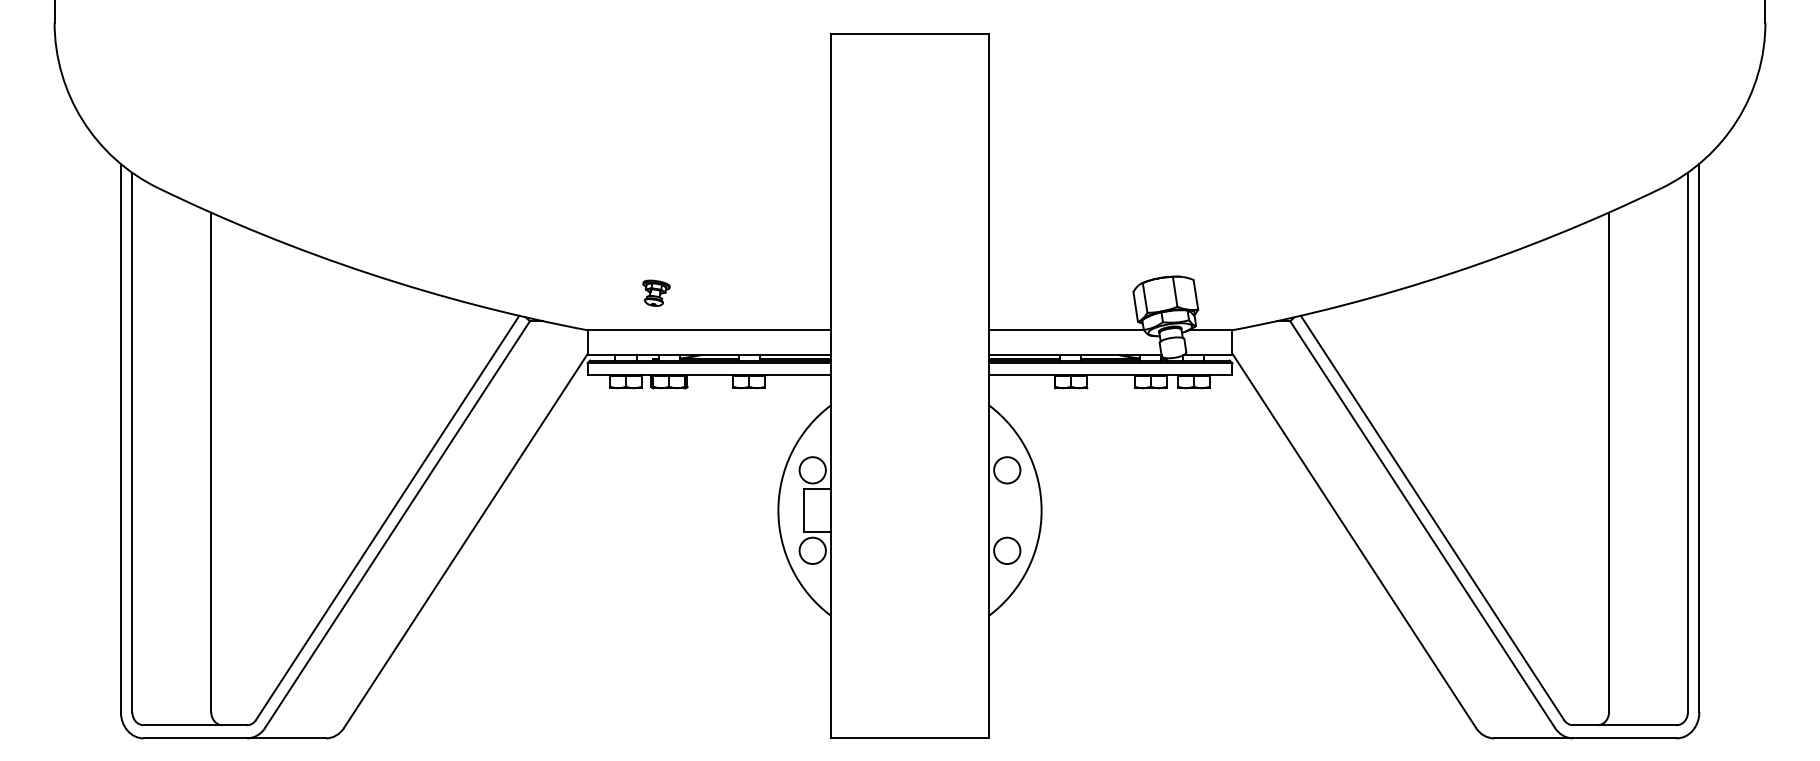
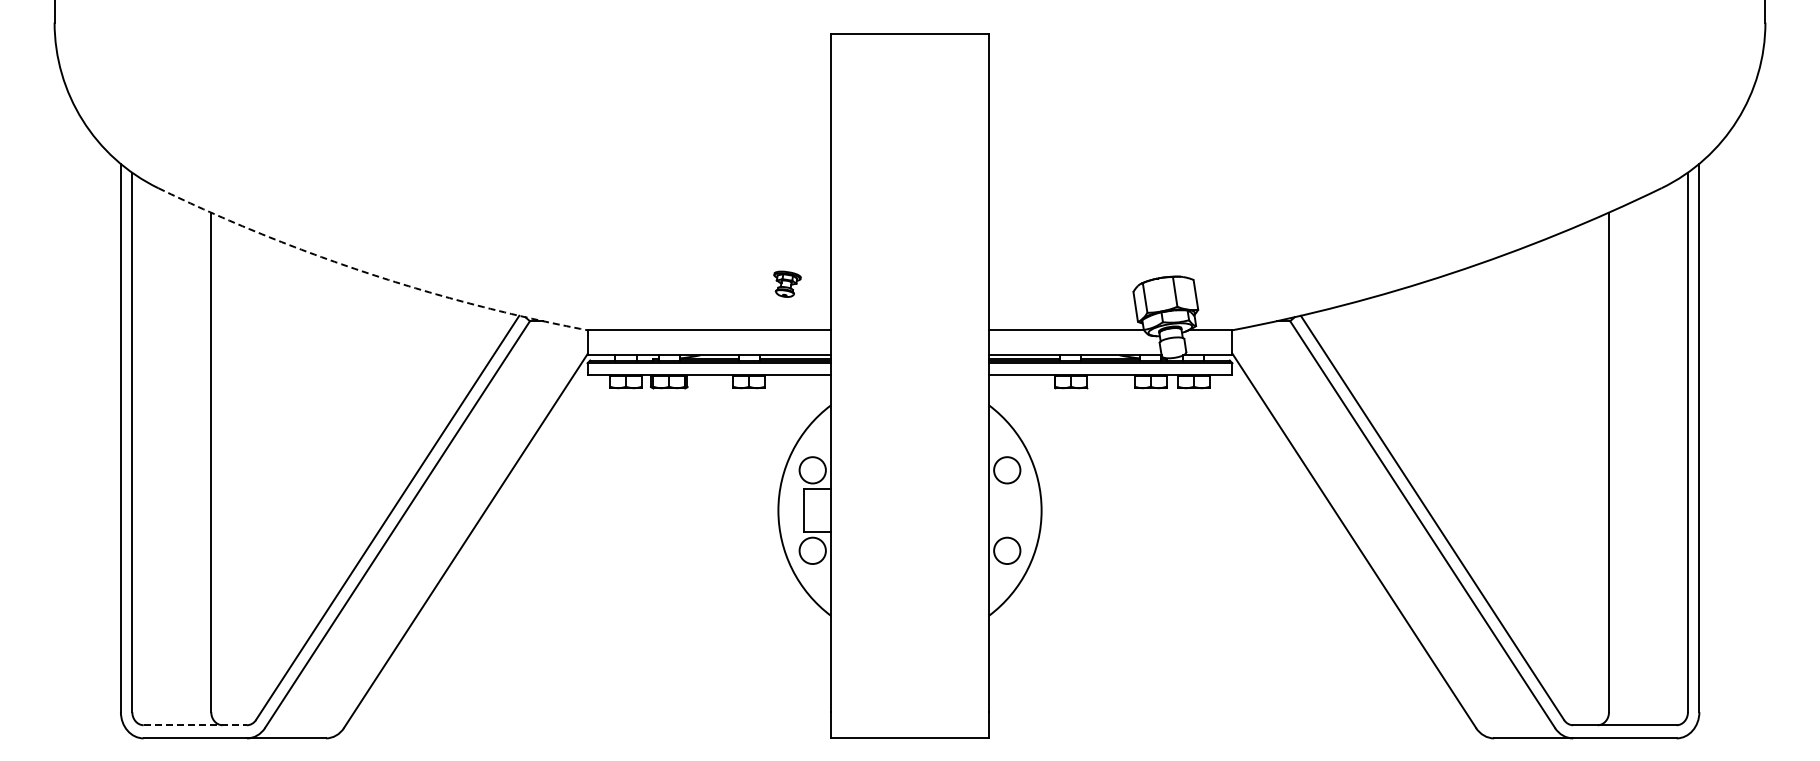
arc at (368, 273): solid -> dashed
part at (656, 292) position: (656, 292) -> (787, 283)
line at (195, 725): solid -> dashed
